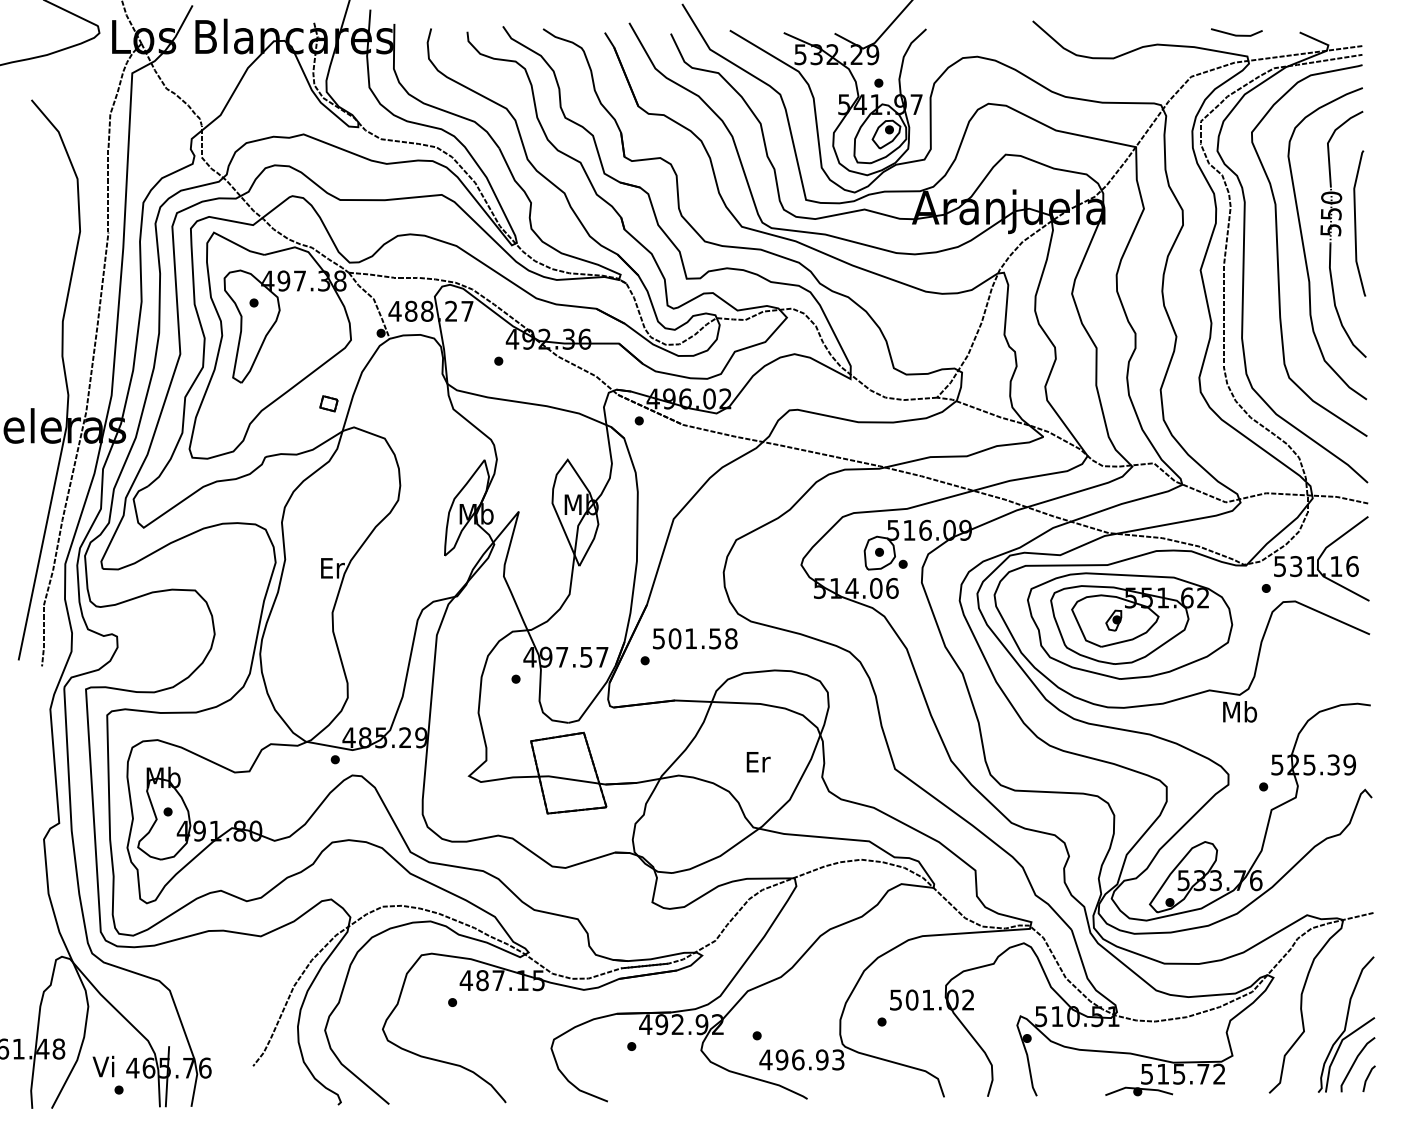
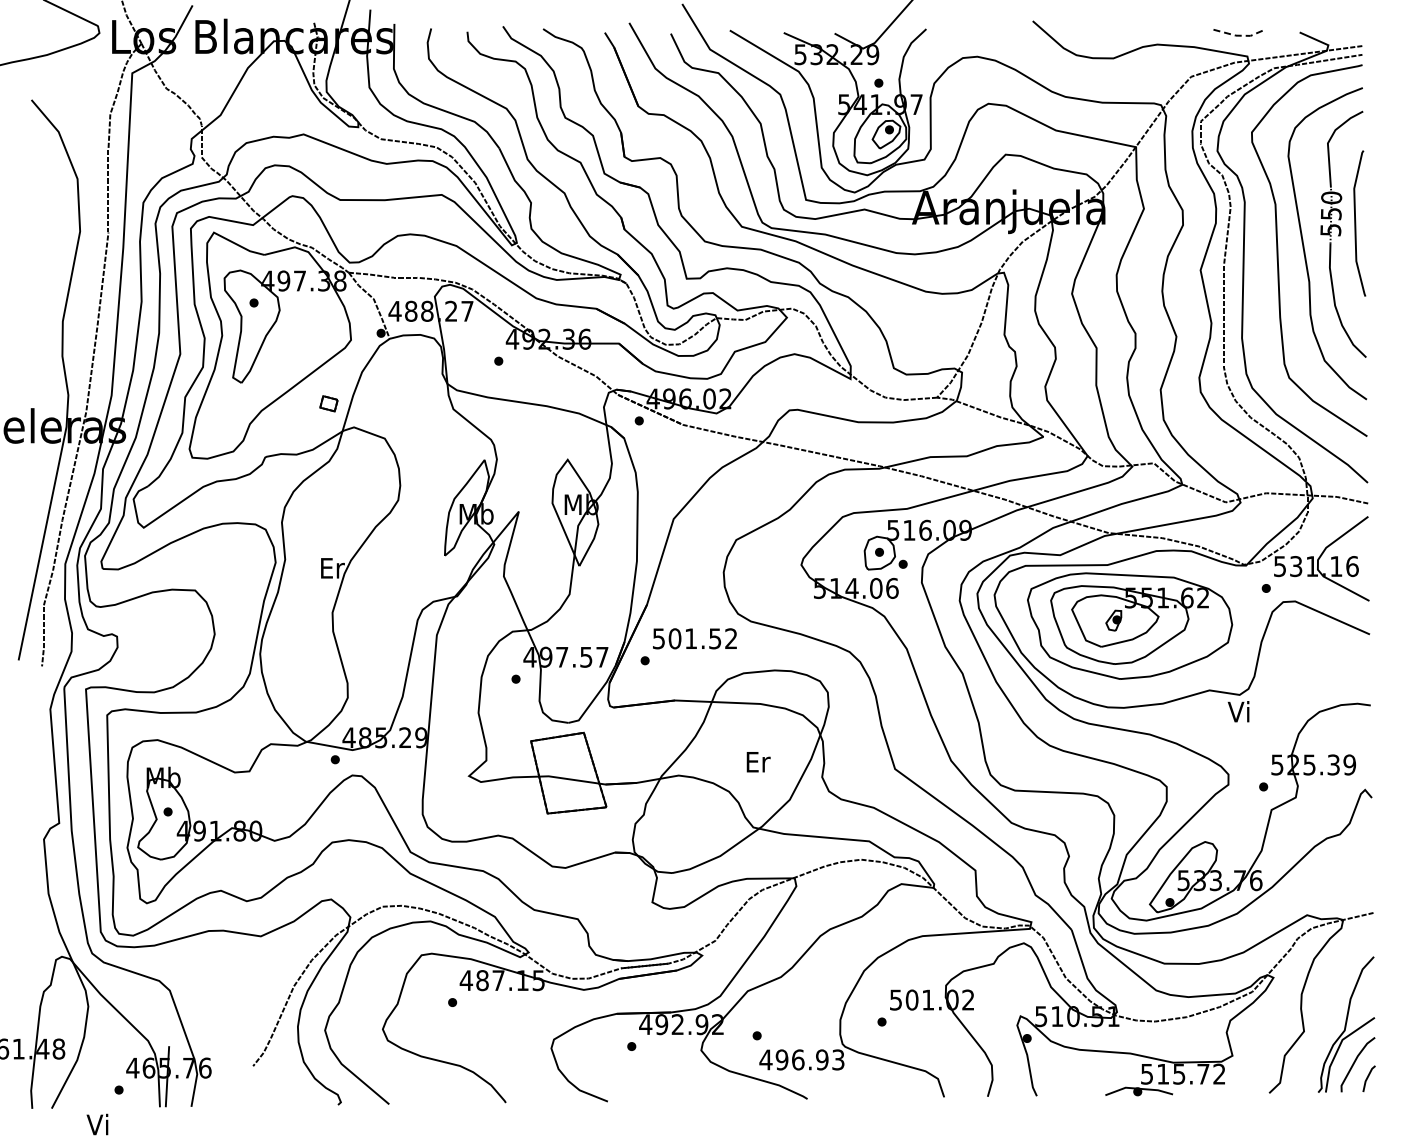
line at (1236, 35): solid -> dashed
text at (731, 638): 501.58 -> 501.52
text at (1240, 711): Mb -> Vi
text at (103, 1066) position: (103, 1066) -> (97, 1124)
